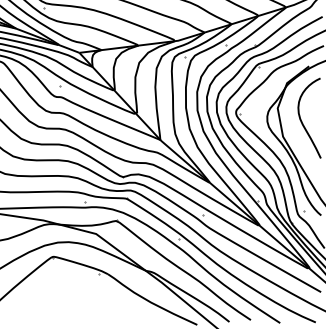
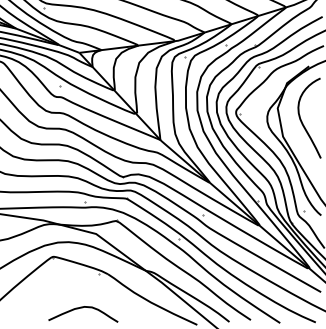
curve at (82, 308): none -> present
